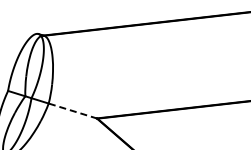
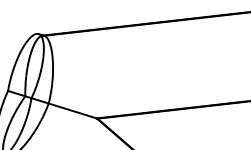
line at (73, 111): dashed -> solid
